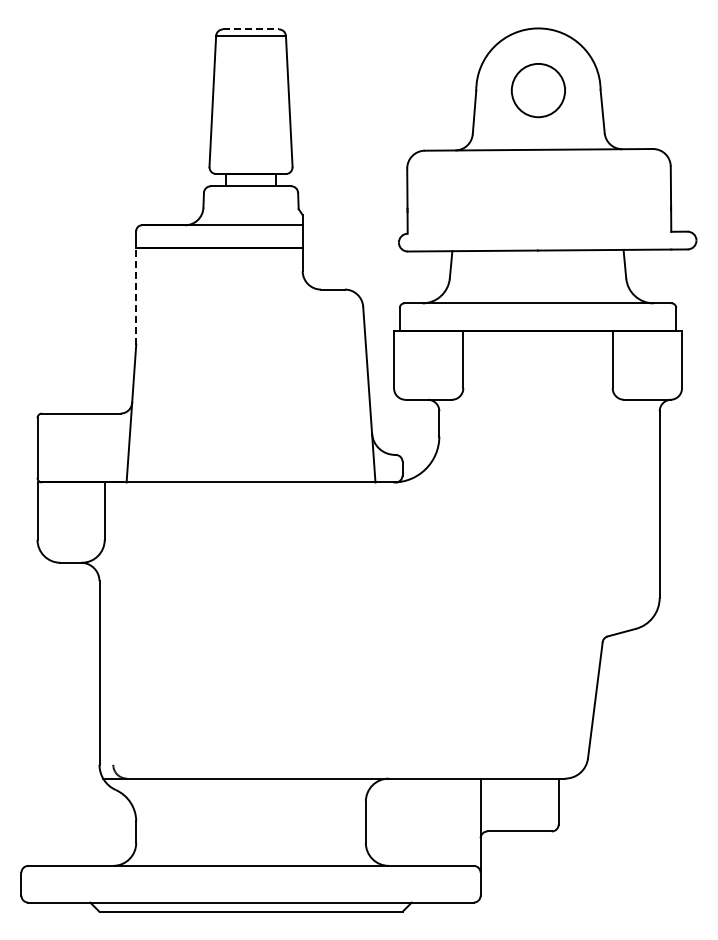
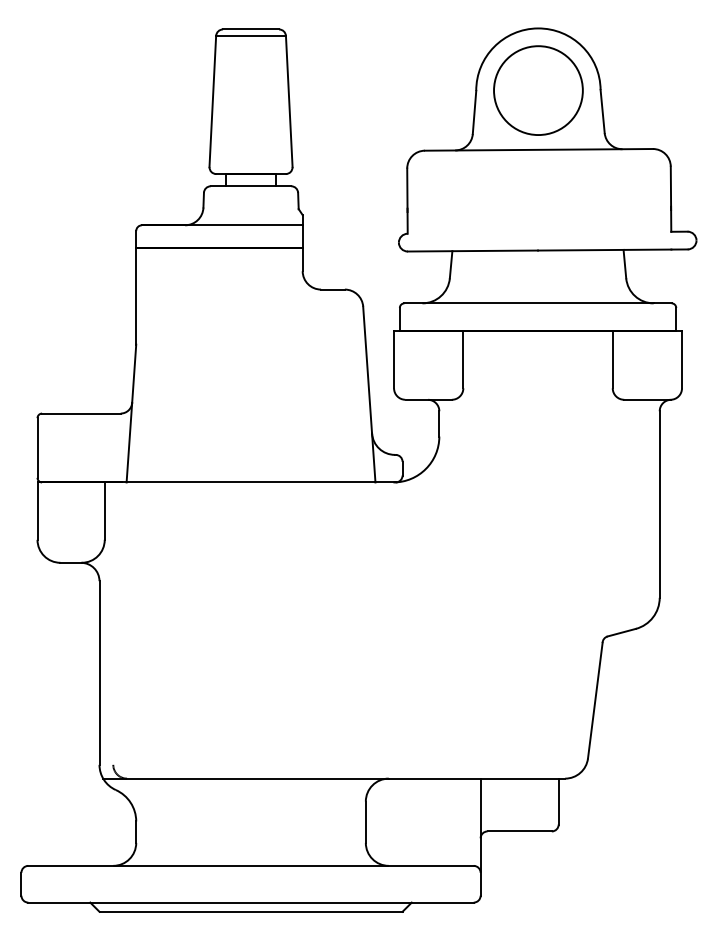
line at (251, 29): dashed -> solid
circle at (537, 90) size: 56x56 px -> 91x91 px
line at (136, 295): dashed -> solid
